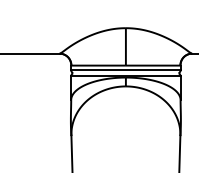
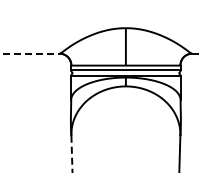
line at (30, 53): solid -> dashed
line at (71, 154): solid -> dashed
